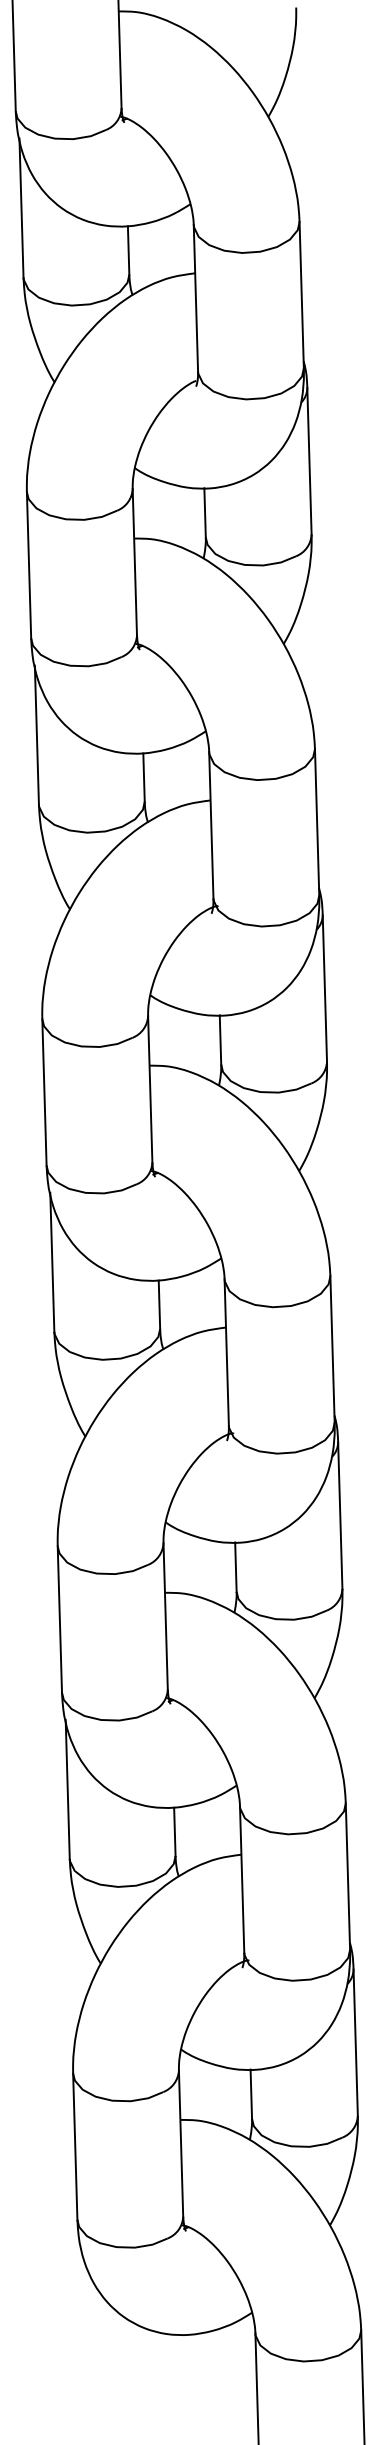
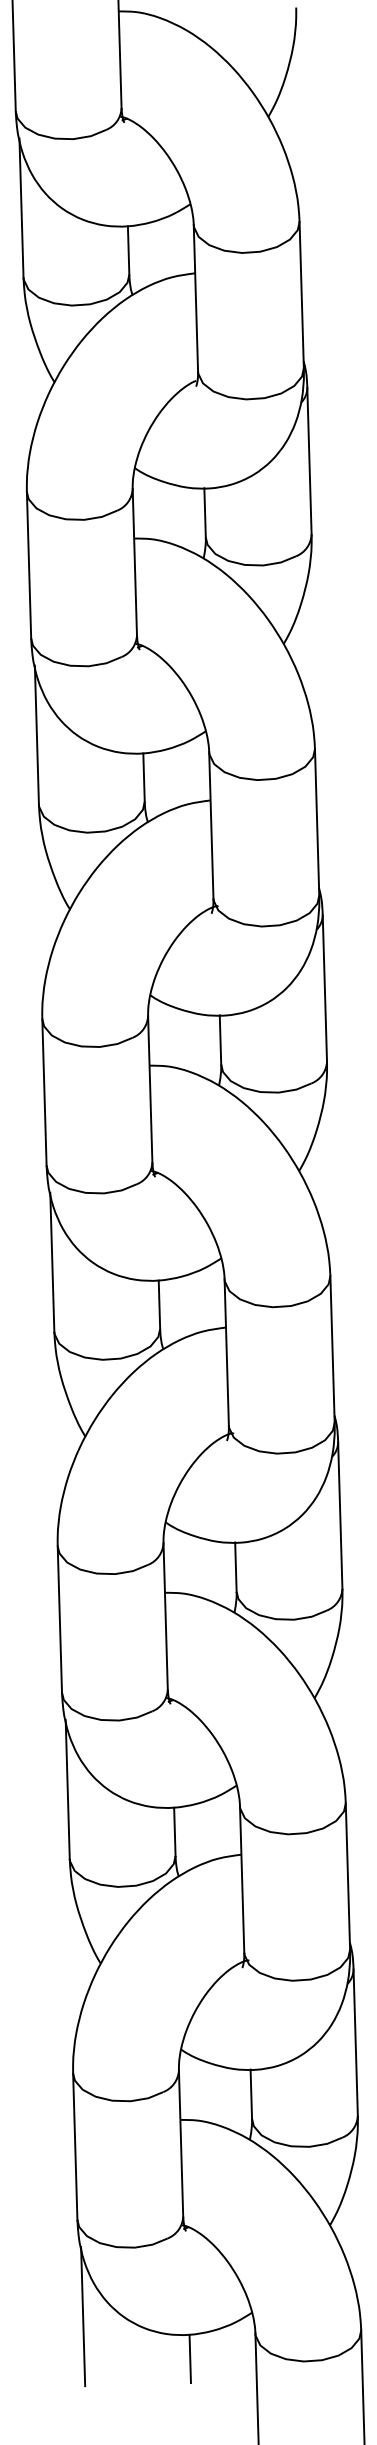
line at (83, 2316): none -> present
line at (189, 2358): none -> present
